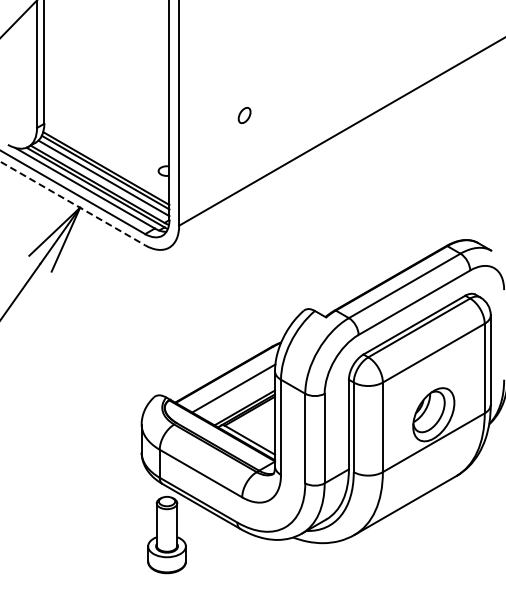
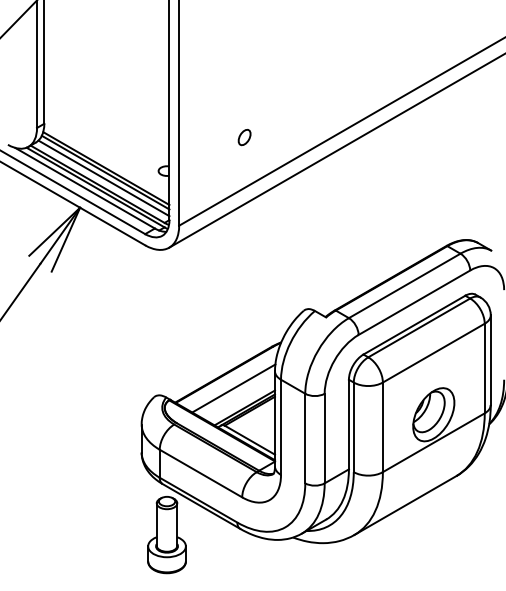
part at (244, 115) position: (244, 115) -> (244, 137)
line at (335, 151): none -> present
line at (73, 203): dashed -> solid
